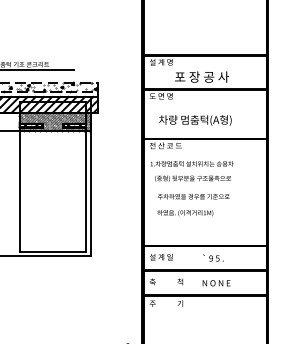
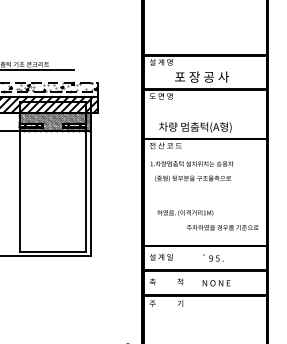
text at (195, 120) position: (195, 120) -> (195, 127)
text at (193, 196) position: (193, 196) -> (222, 227)
